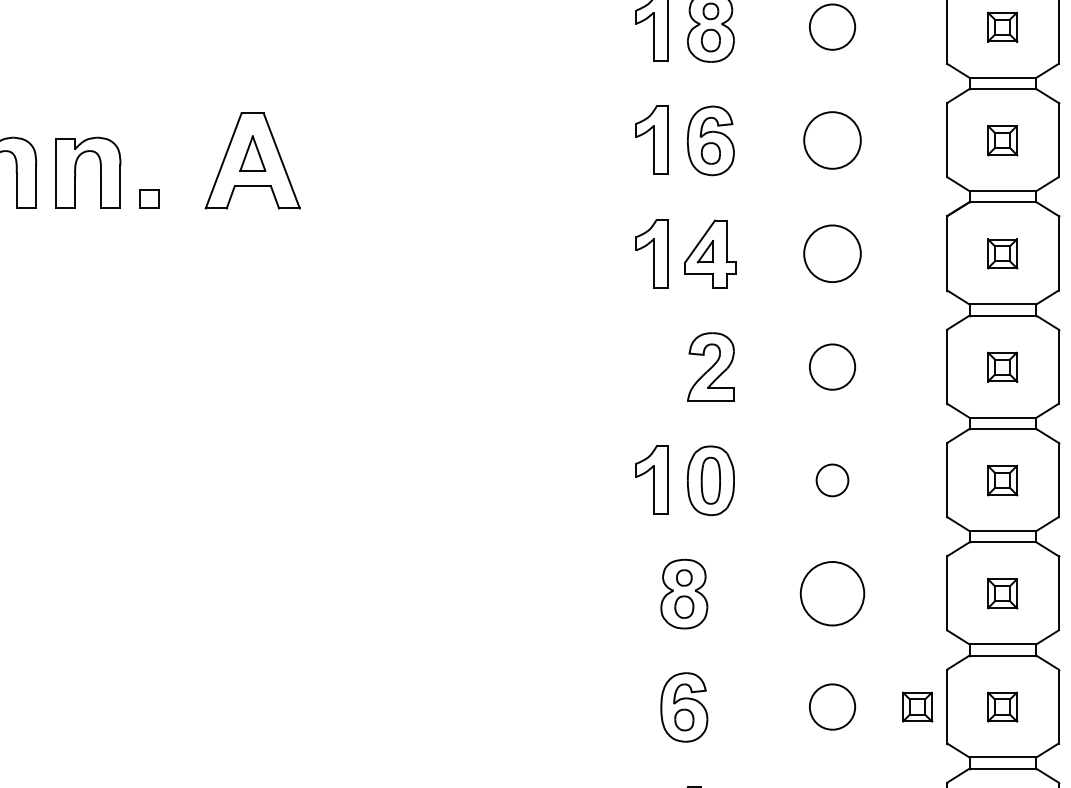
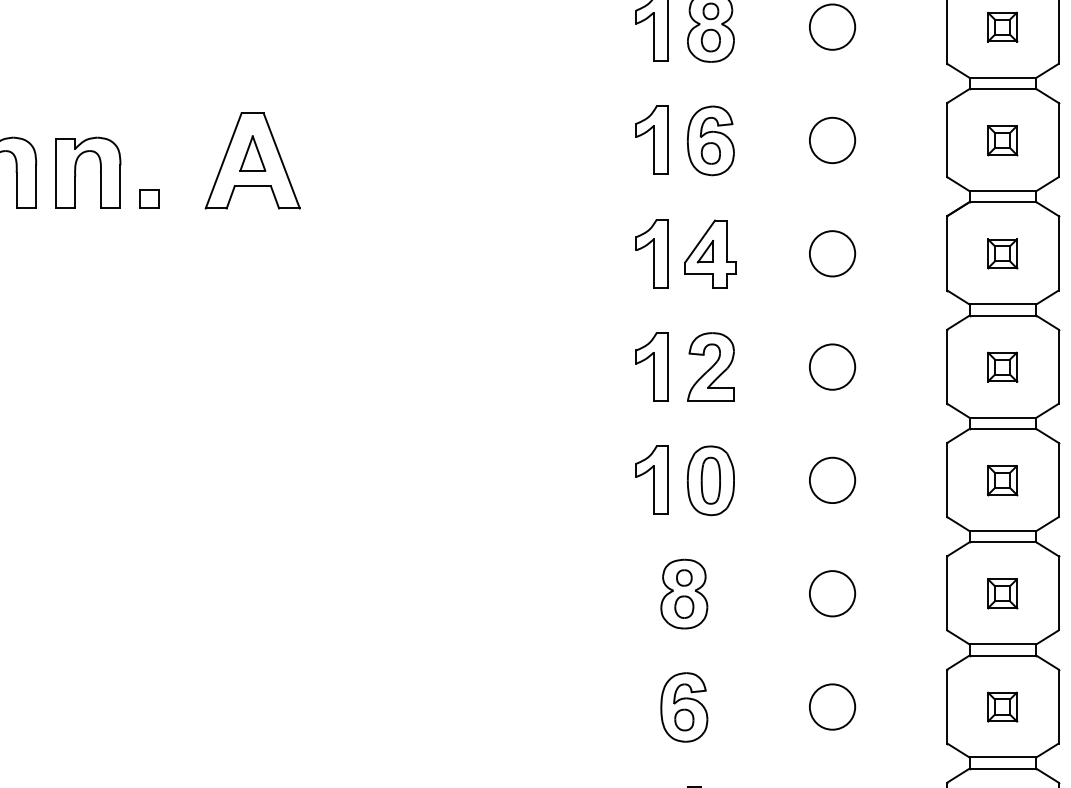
circle at (832, 140) diameter: 57 px -> 45 px
circle at (832, 253) diameter: 57 px -> 45 px
part at (651, 366): none -> present
circle at (832, 480) diameter: 32 px -> 45 px
circle at (832, 593) diameter: 63 px -> 45 px
part at (917, 706): present -> none
